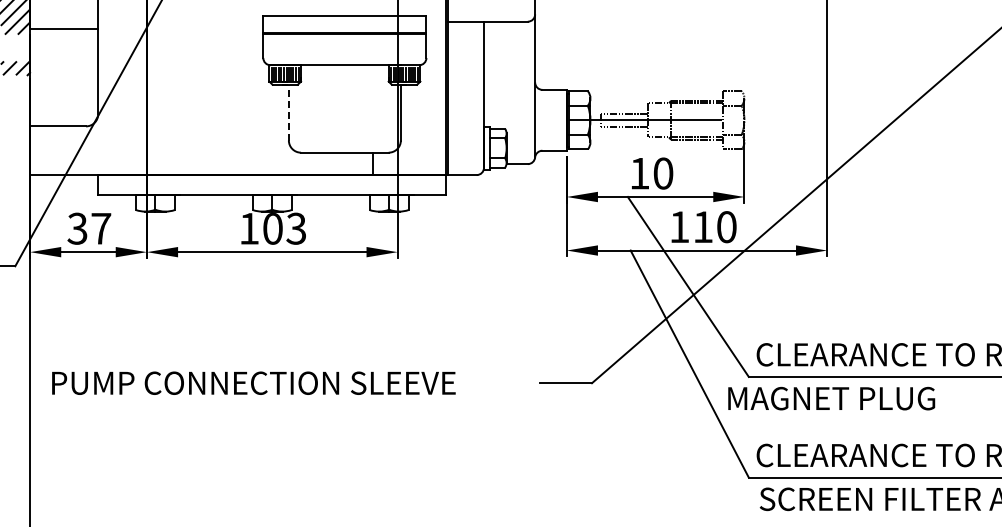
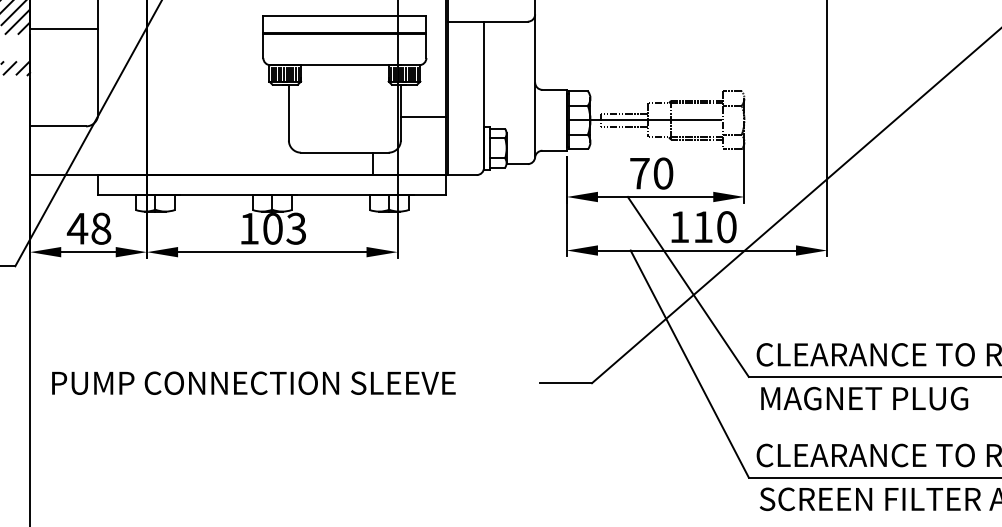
line at (288, 112): dashed -> solid
line at (423, 116): none -> present
text at (639, 173): 10 -> 70
text at (88, 228): 37 -> 48
text at (831, 398) position: (831, 398) -> (864, 398)
